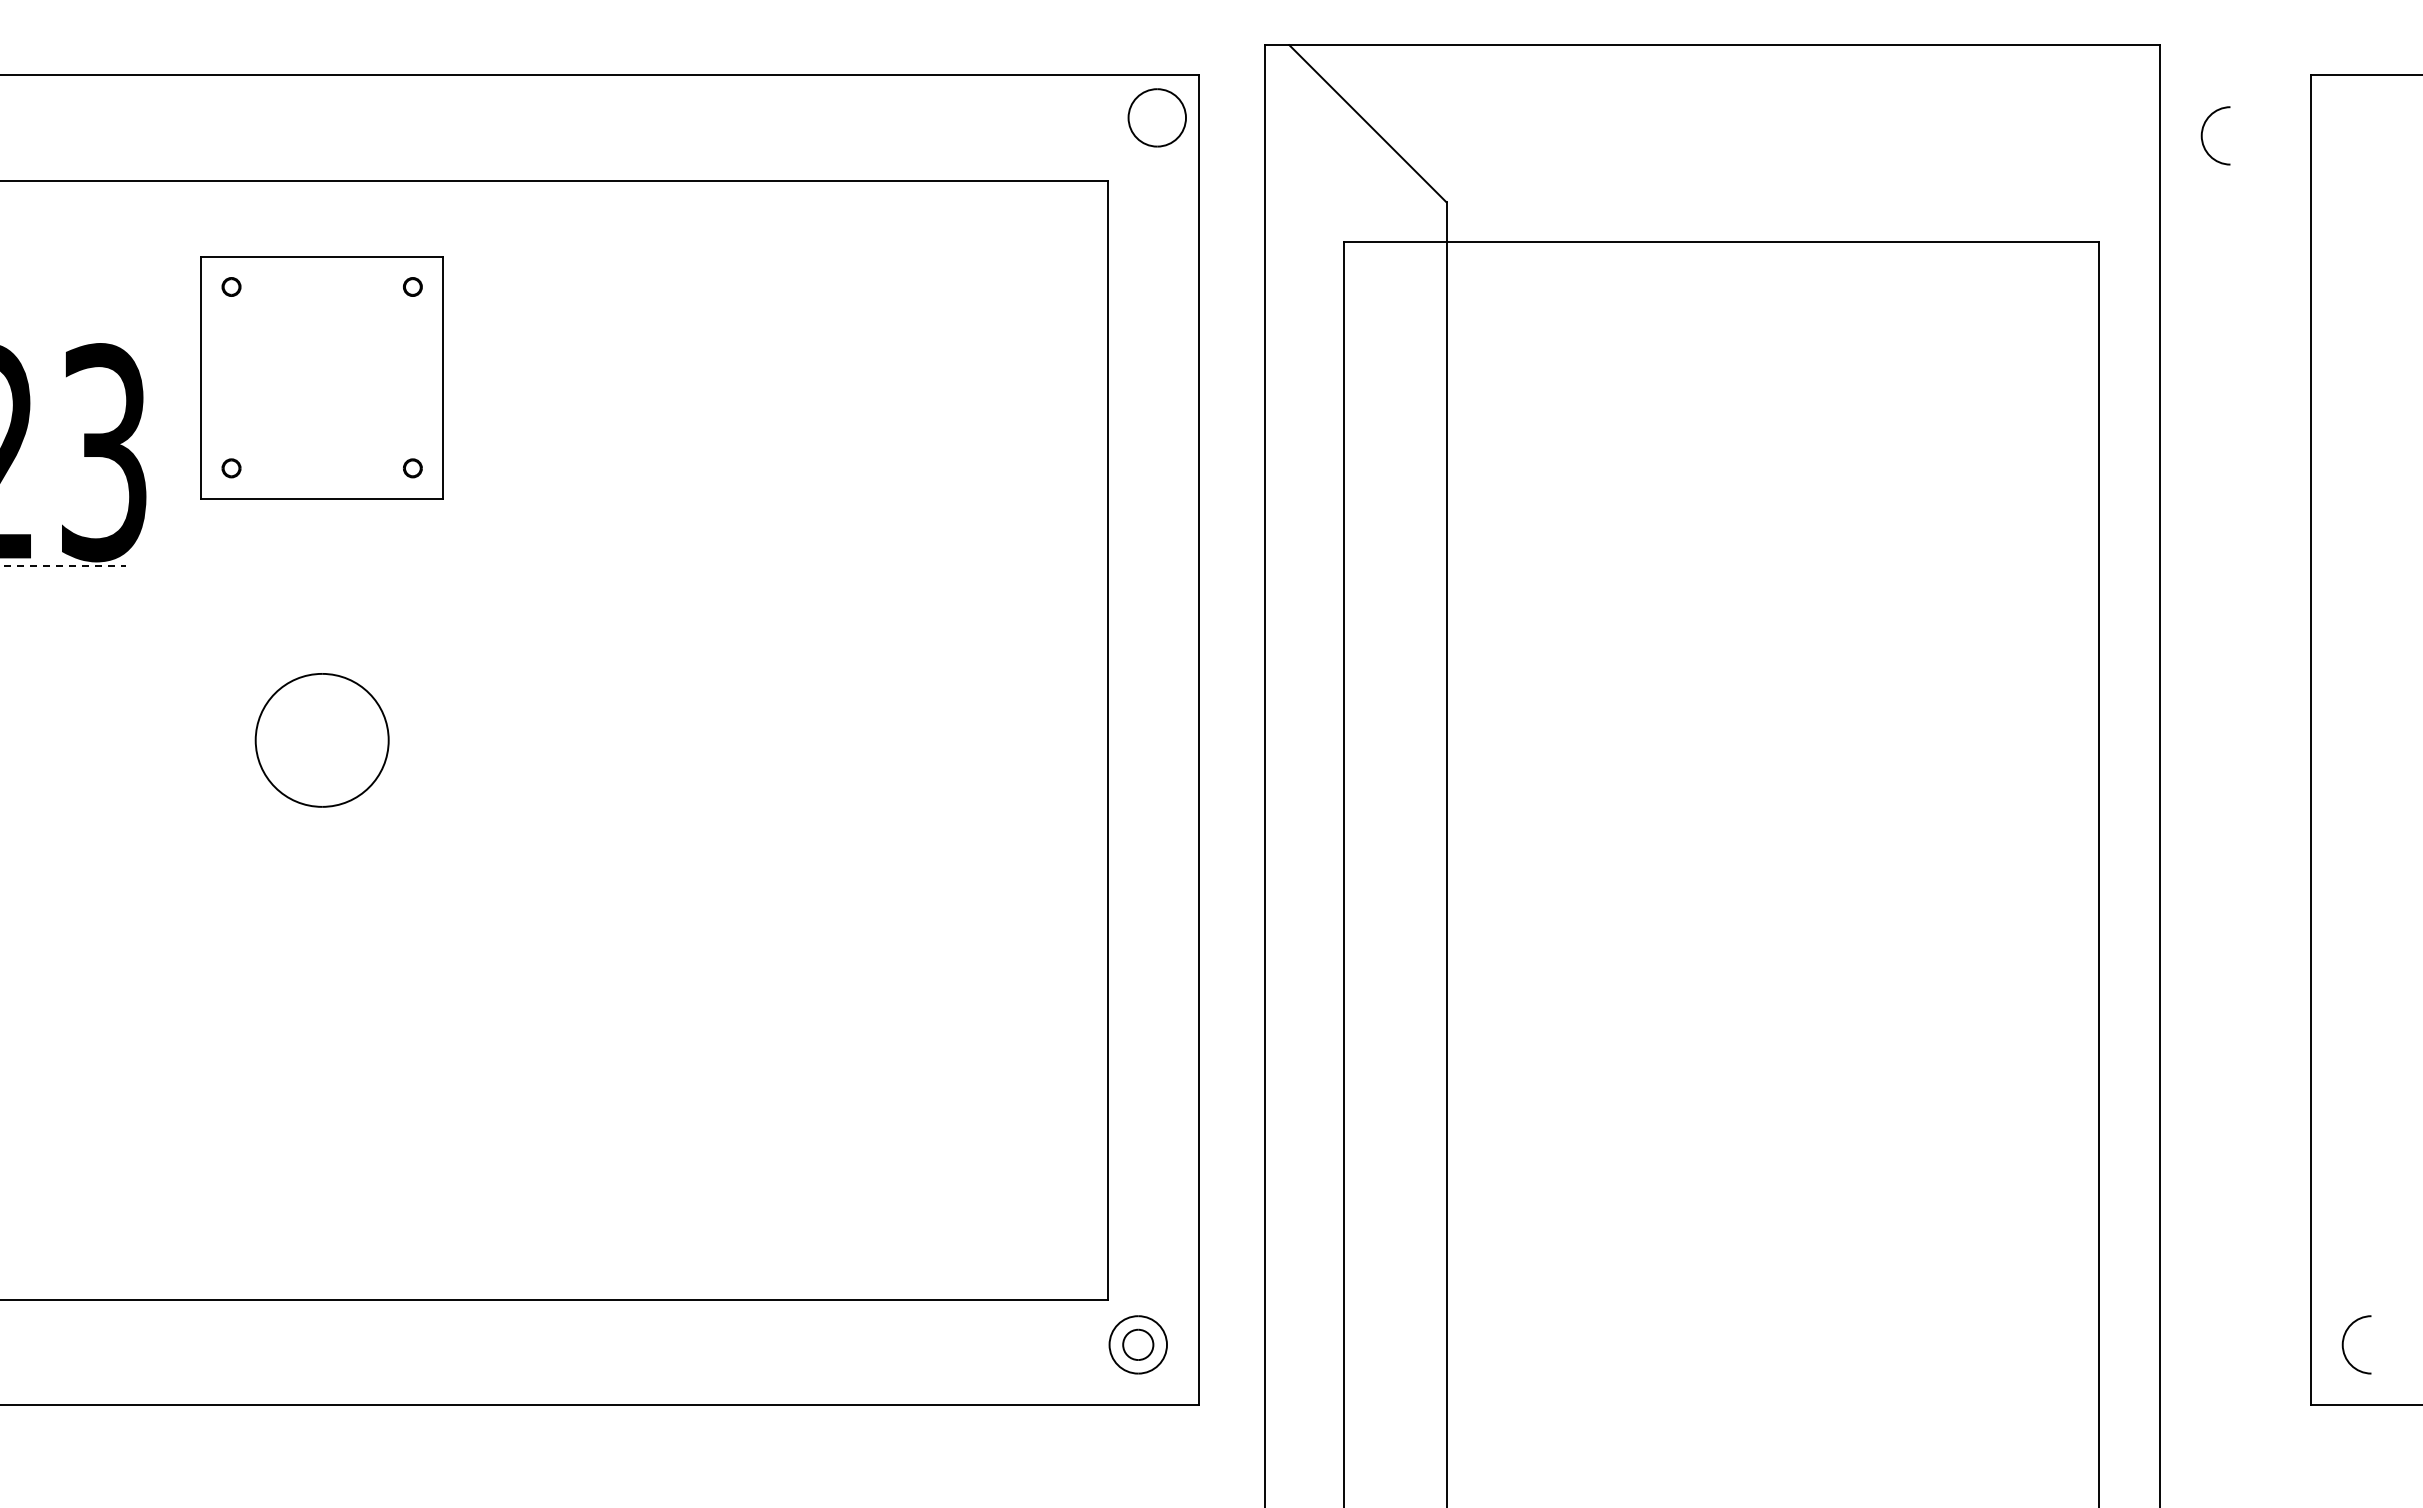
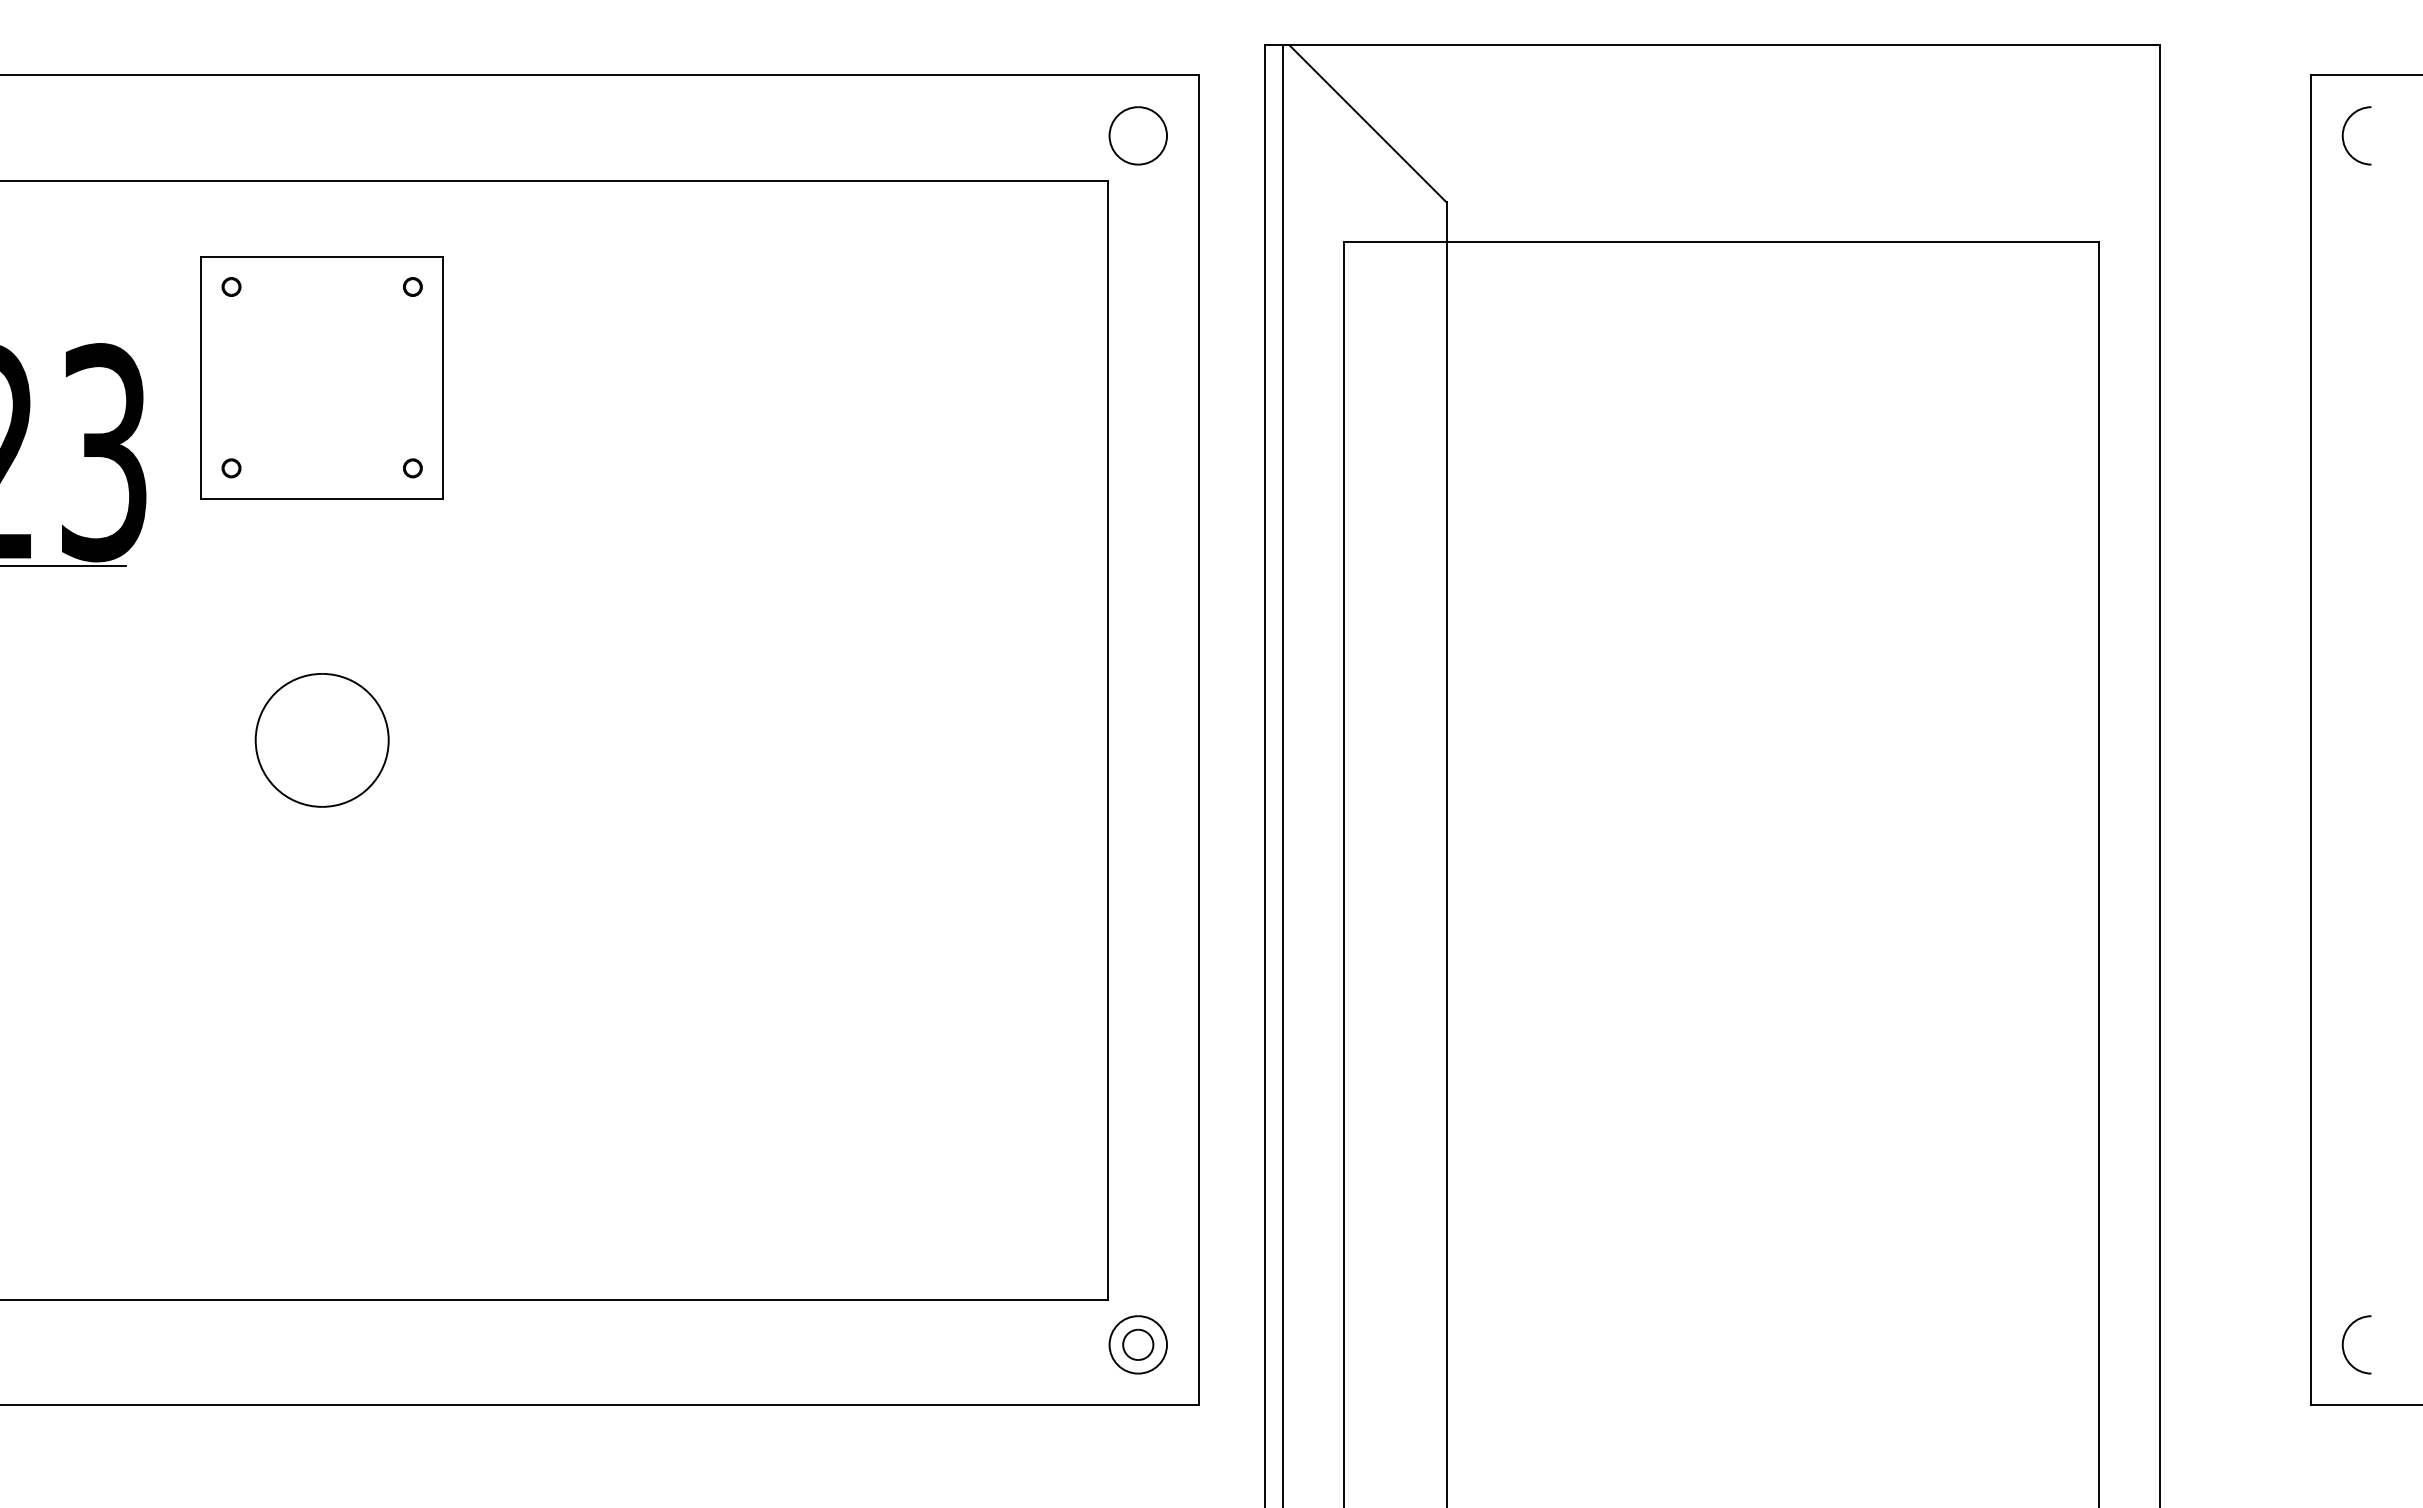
part at (1156, 117) position: (1156, 117) -> (1137, 135)
arc at (2203, 131) position: (2203, 131) -> (2344, 131)
line at (63, 565): dashed -> solid
line at (1283, 774): none -> present
